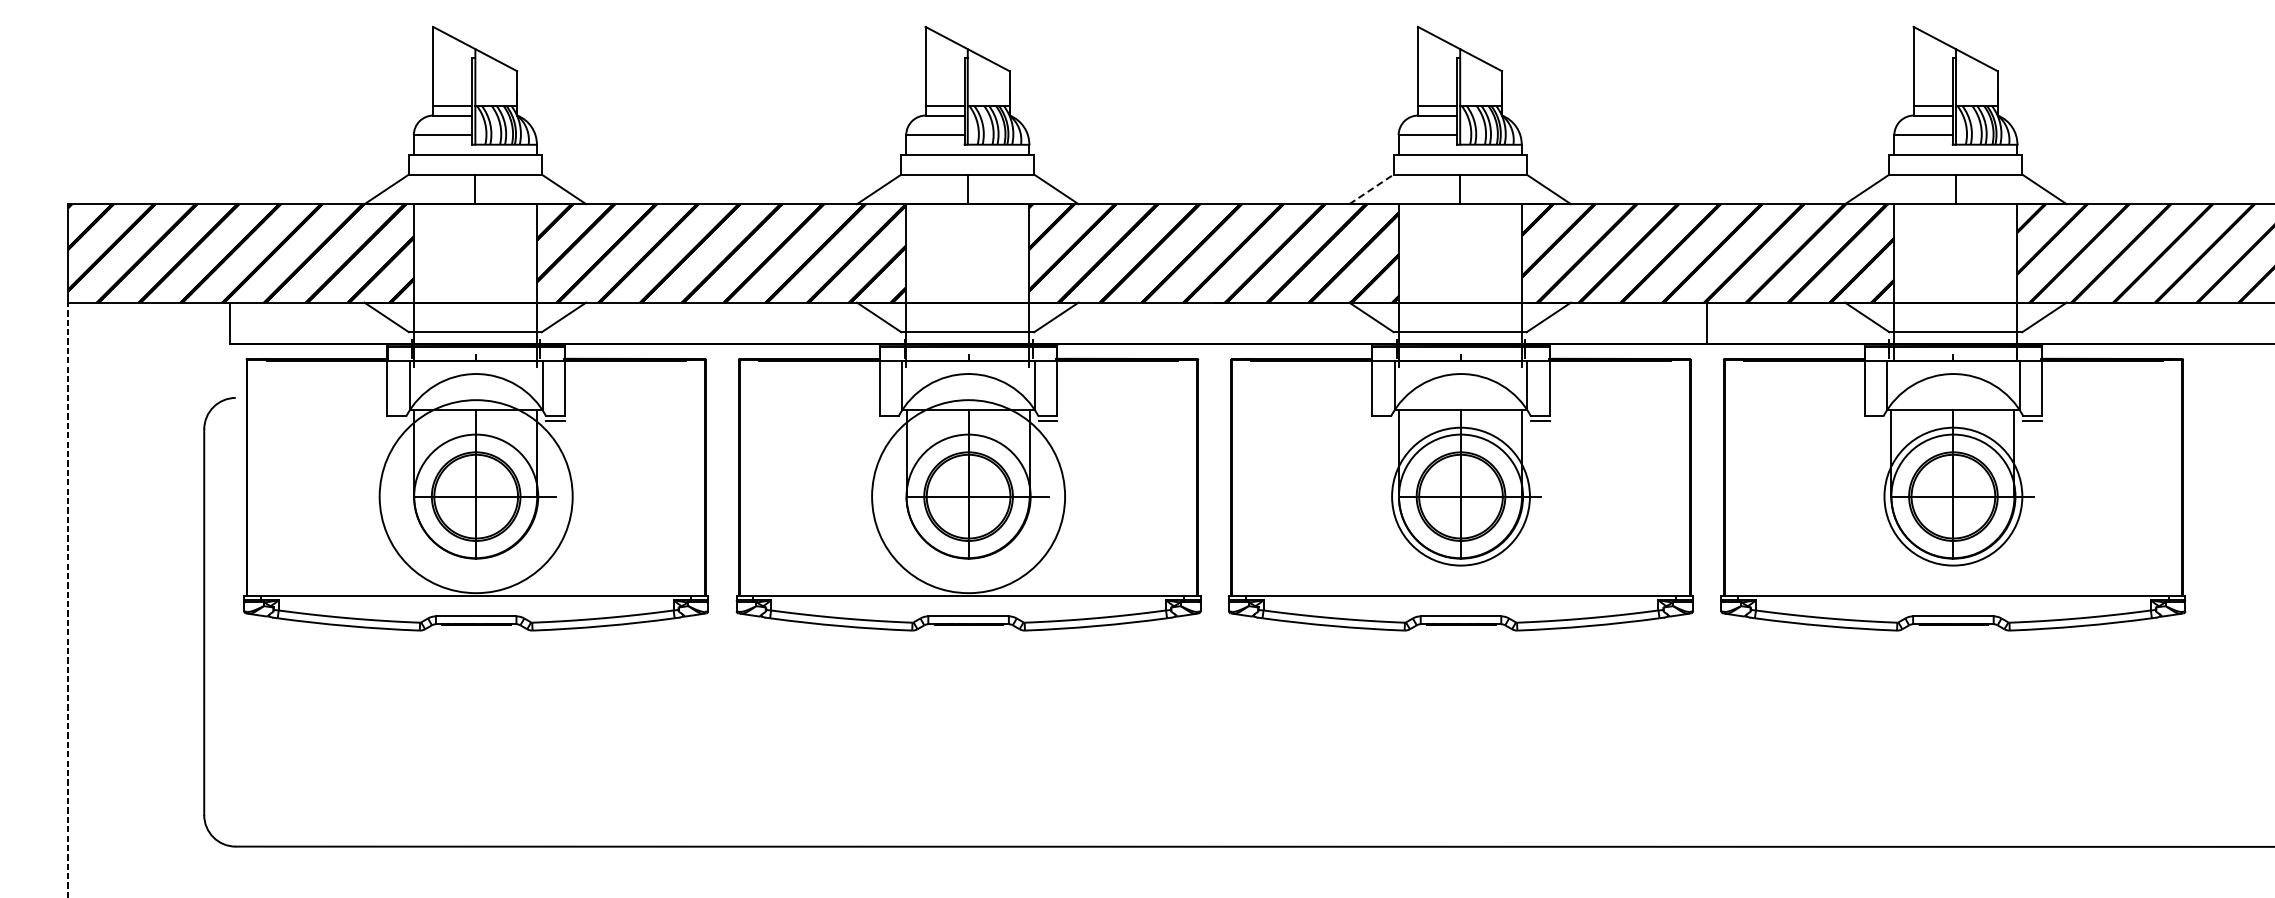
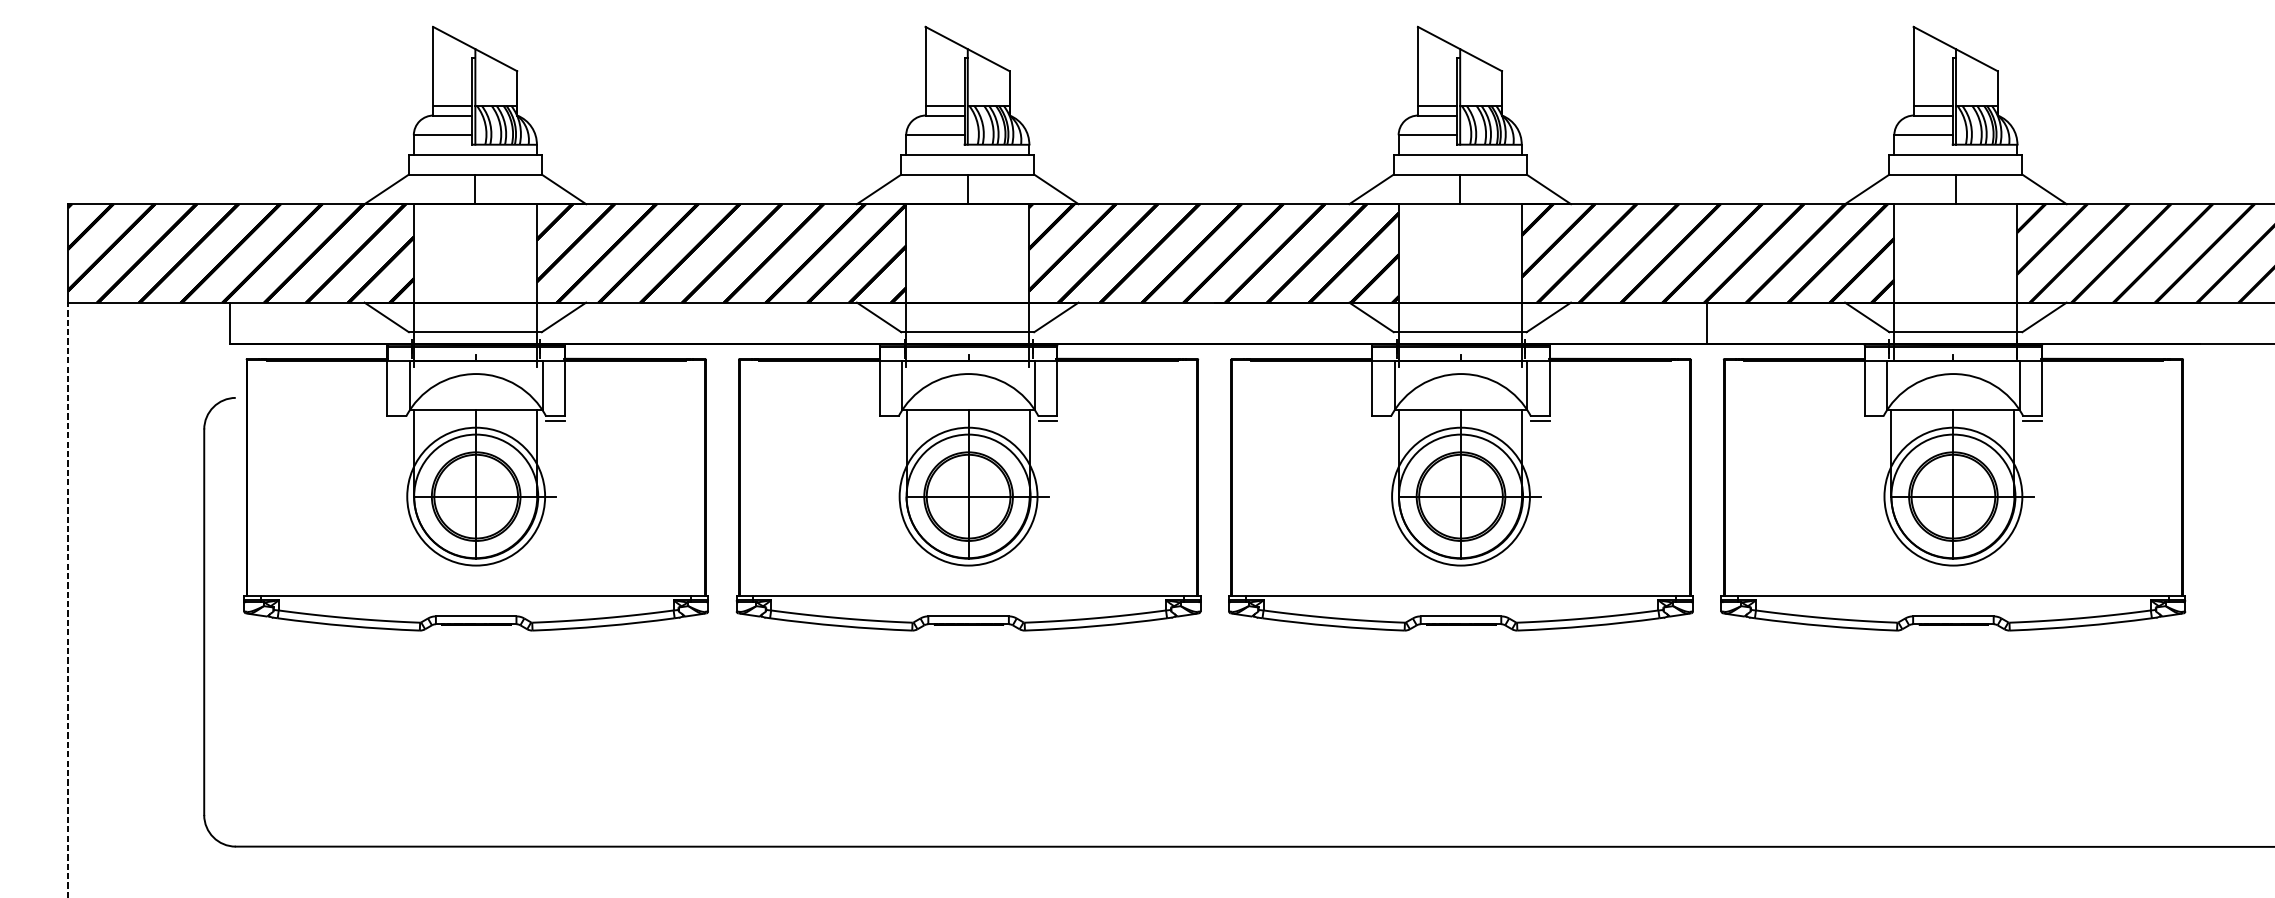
line at (1371, 189): dashed -> solid
circle at (475, 496) diameter: 193 px -> 138 px
circle at (968, 496) diameter: 193 px -> 138 px
